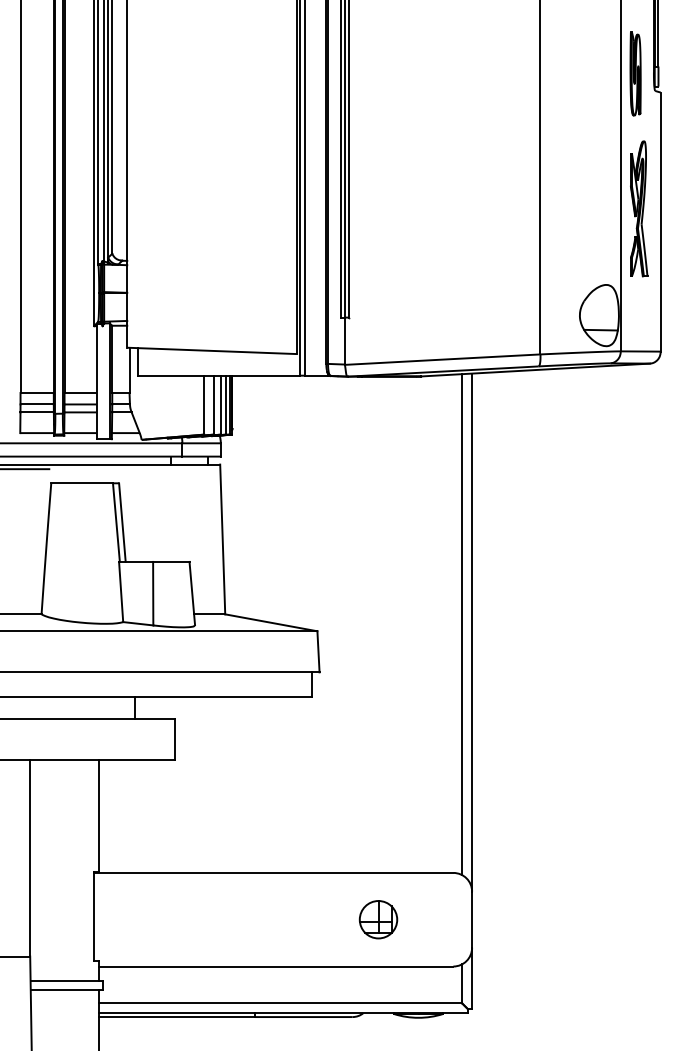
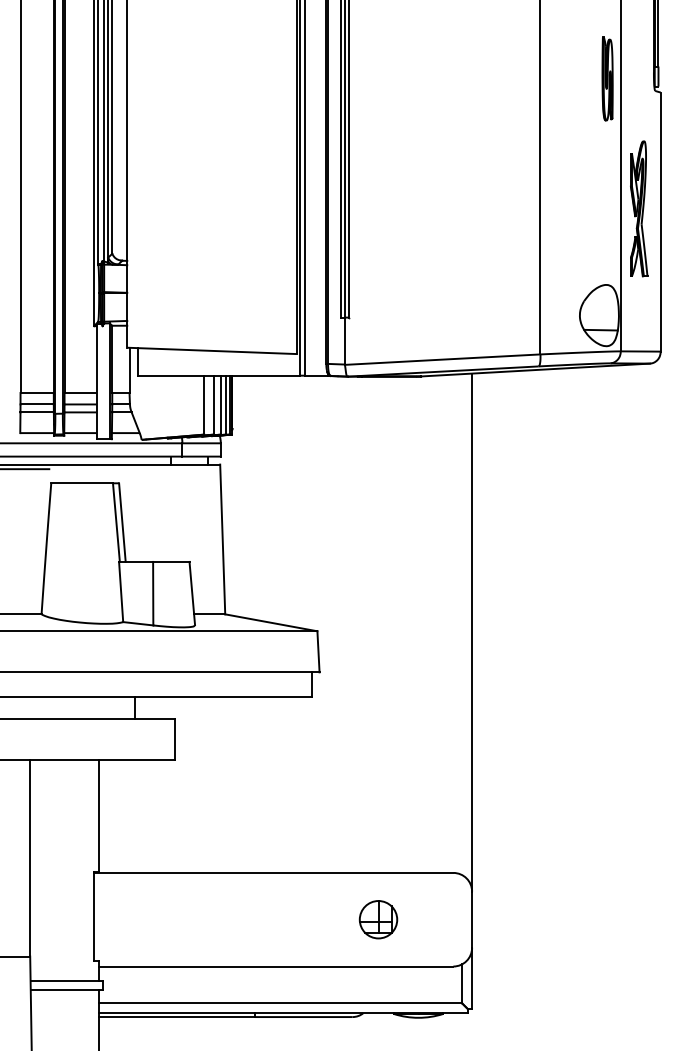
part at (635, 73) position: (635, 73) -> (607, 78)
line at (462, 624): present -> none
